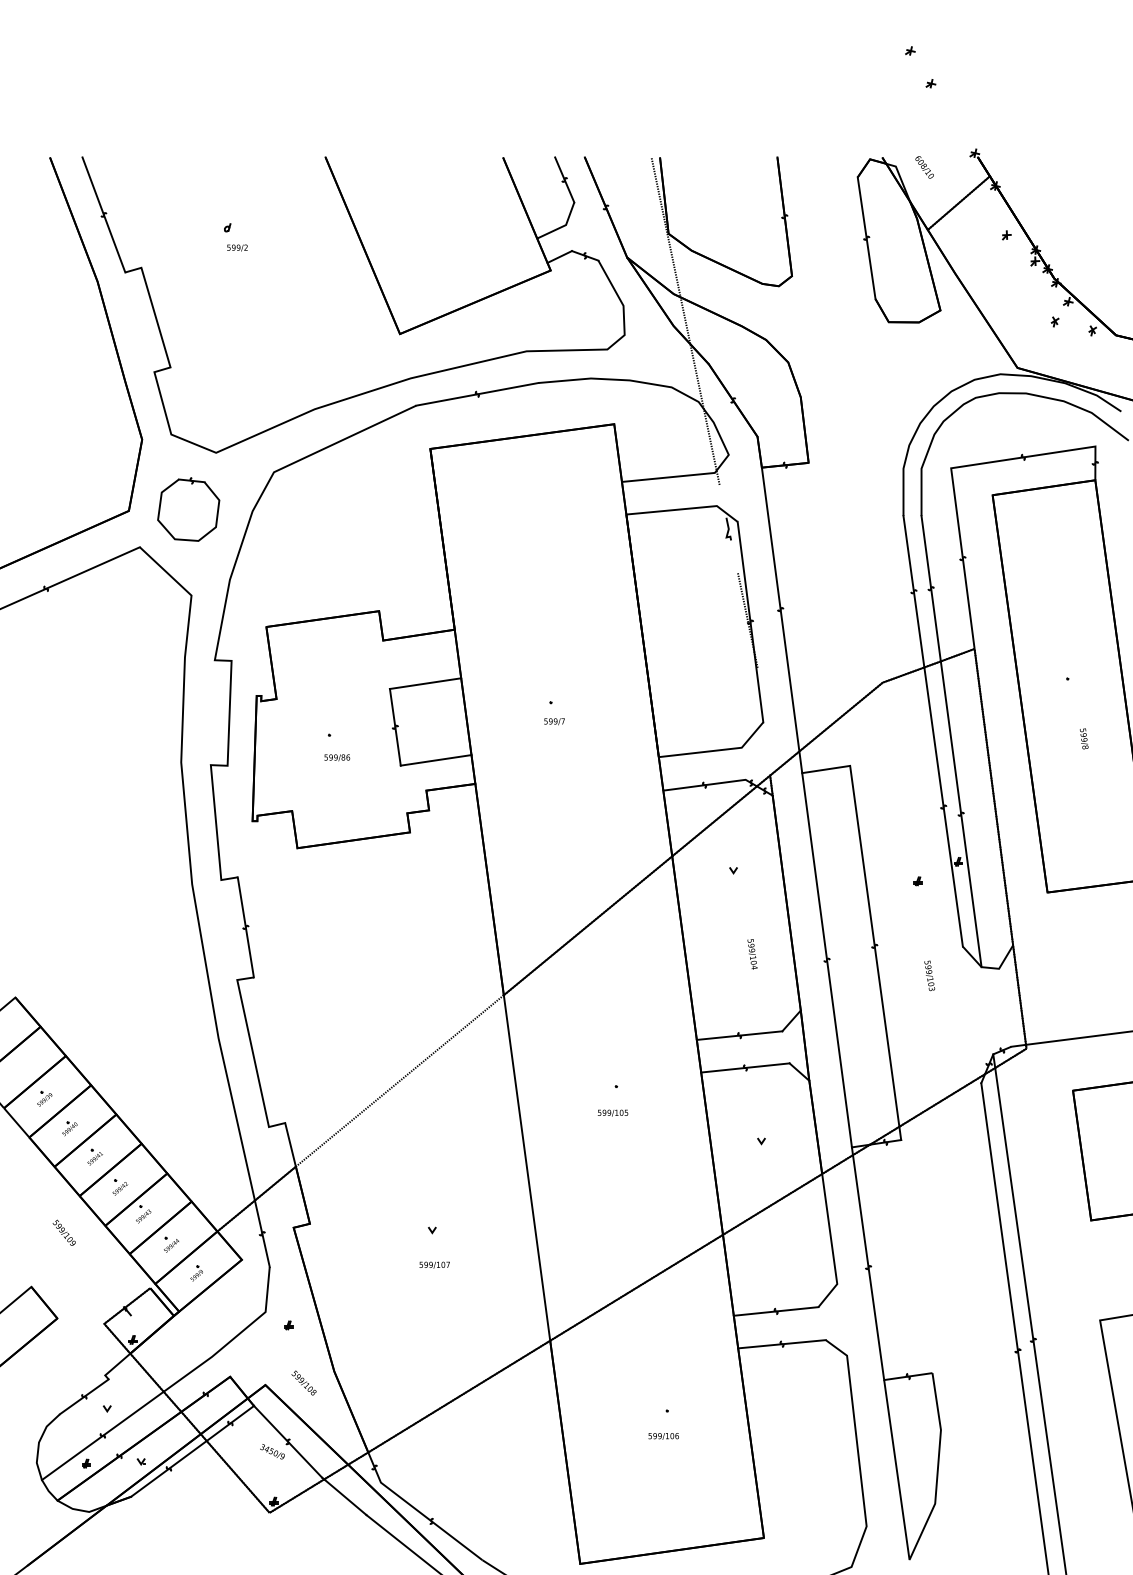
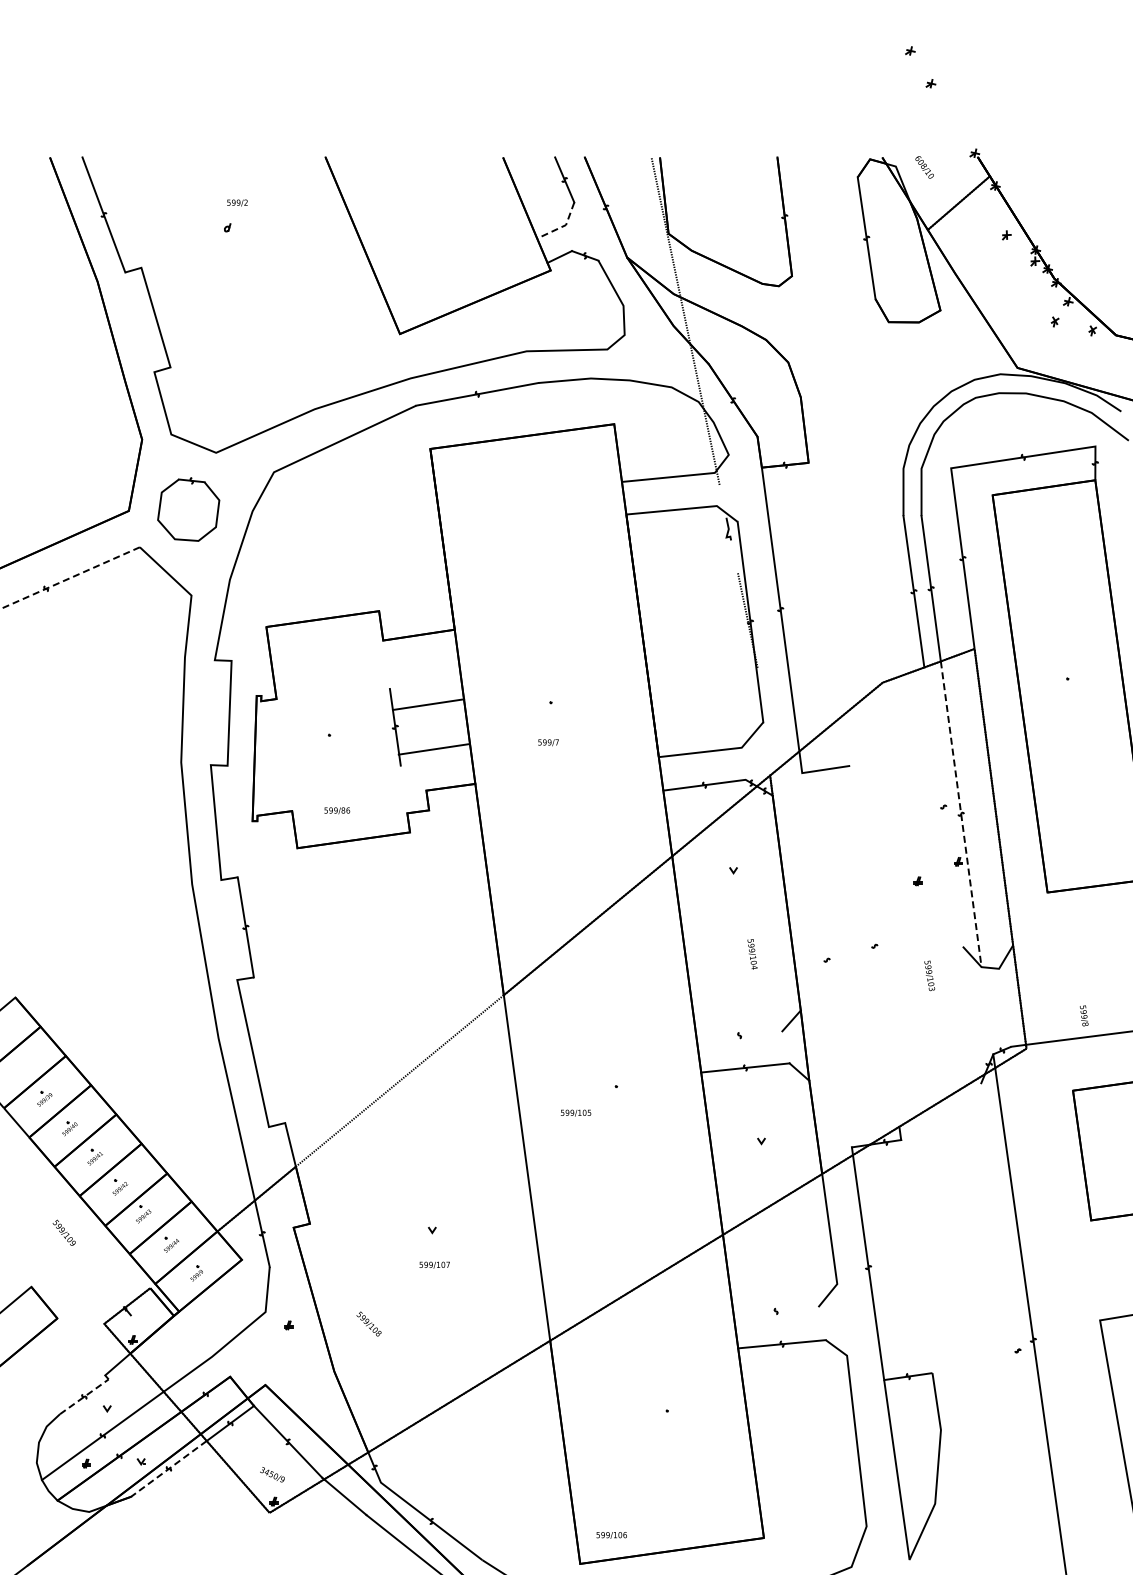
line at (563, 226): solid -> dashed
text at (237, 247) position: (237, 247) -> (237, 202)
line at (70, 577): solid -> dashed
line at (425, 683) position: (425, 683) -> (428, 704)
text at (554, 721) position: (554, 721) -> (548, 742)
text at (1084, 738) position: (1084, 738) -> (1084, 1015)
text at (337, 757) position: (337, 757) -> (337, 810)
line at (435, 760) position: (435, 760) -> (433, 749)
line at (943, 806): present -> none
line at (961, 814): solid -> dashed
line at (874, 945): present -> none
line at (826, 960): present -> none
line at (739, 1035): present -> none
text at (612, 1112) position: (612, 1112) -> (575, 1112)
line at (775, 1311): present -> none
line at (1014, 1327): present -> none
text at (303, 1382) position: (303, 1382) -> (368, 1323)
line at (84, 1396): solid -> dashed
text at (663, 1436) position: (663, 1436) -> (611, 1535)
text at (272, 1451) position: (272, 1451) -> (272, 1474)
line at (168, 1468): solid -> dashed
